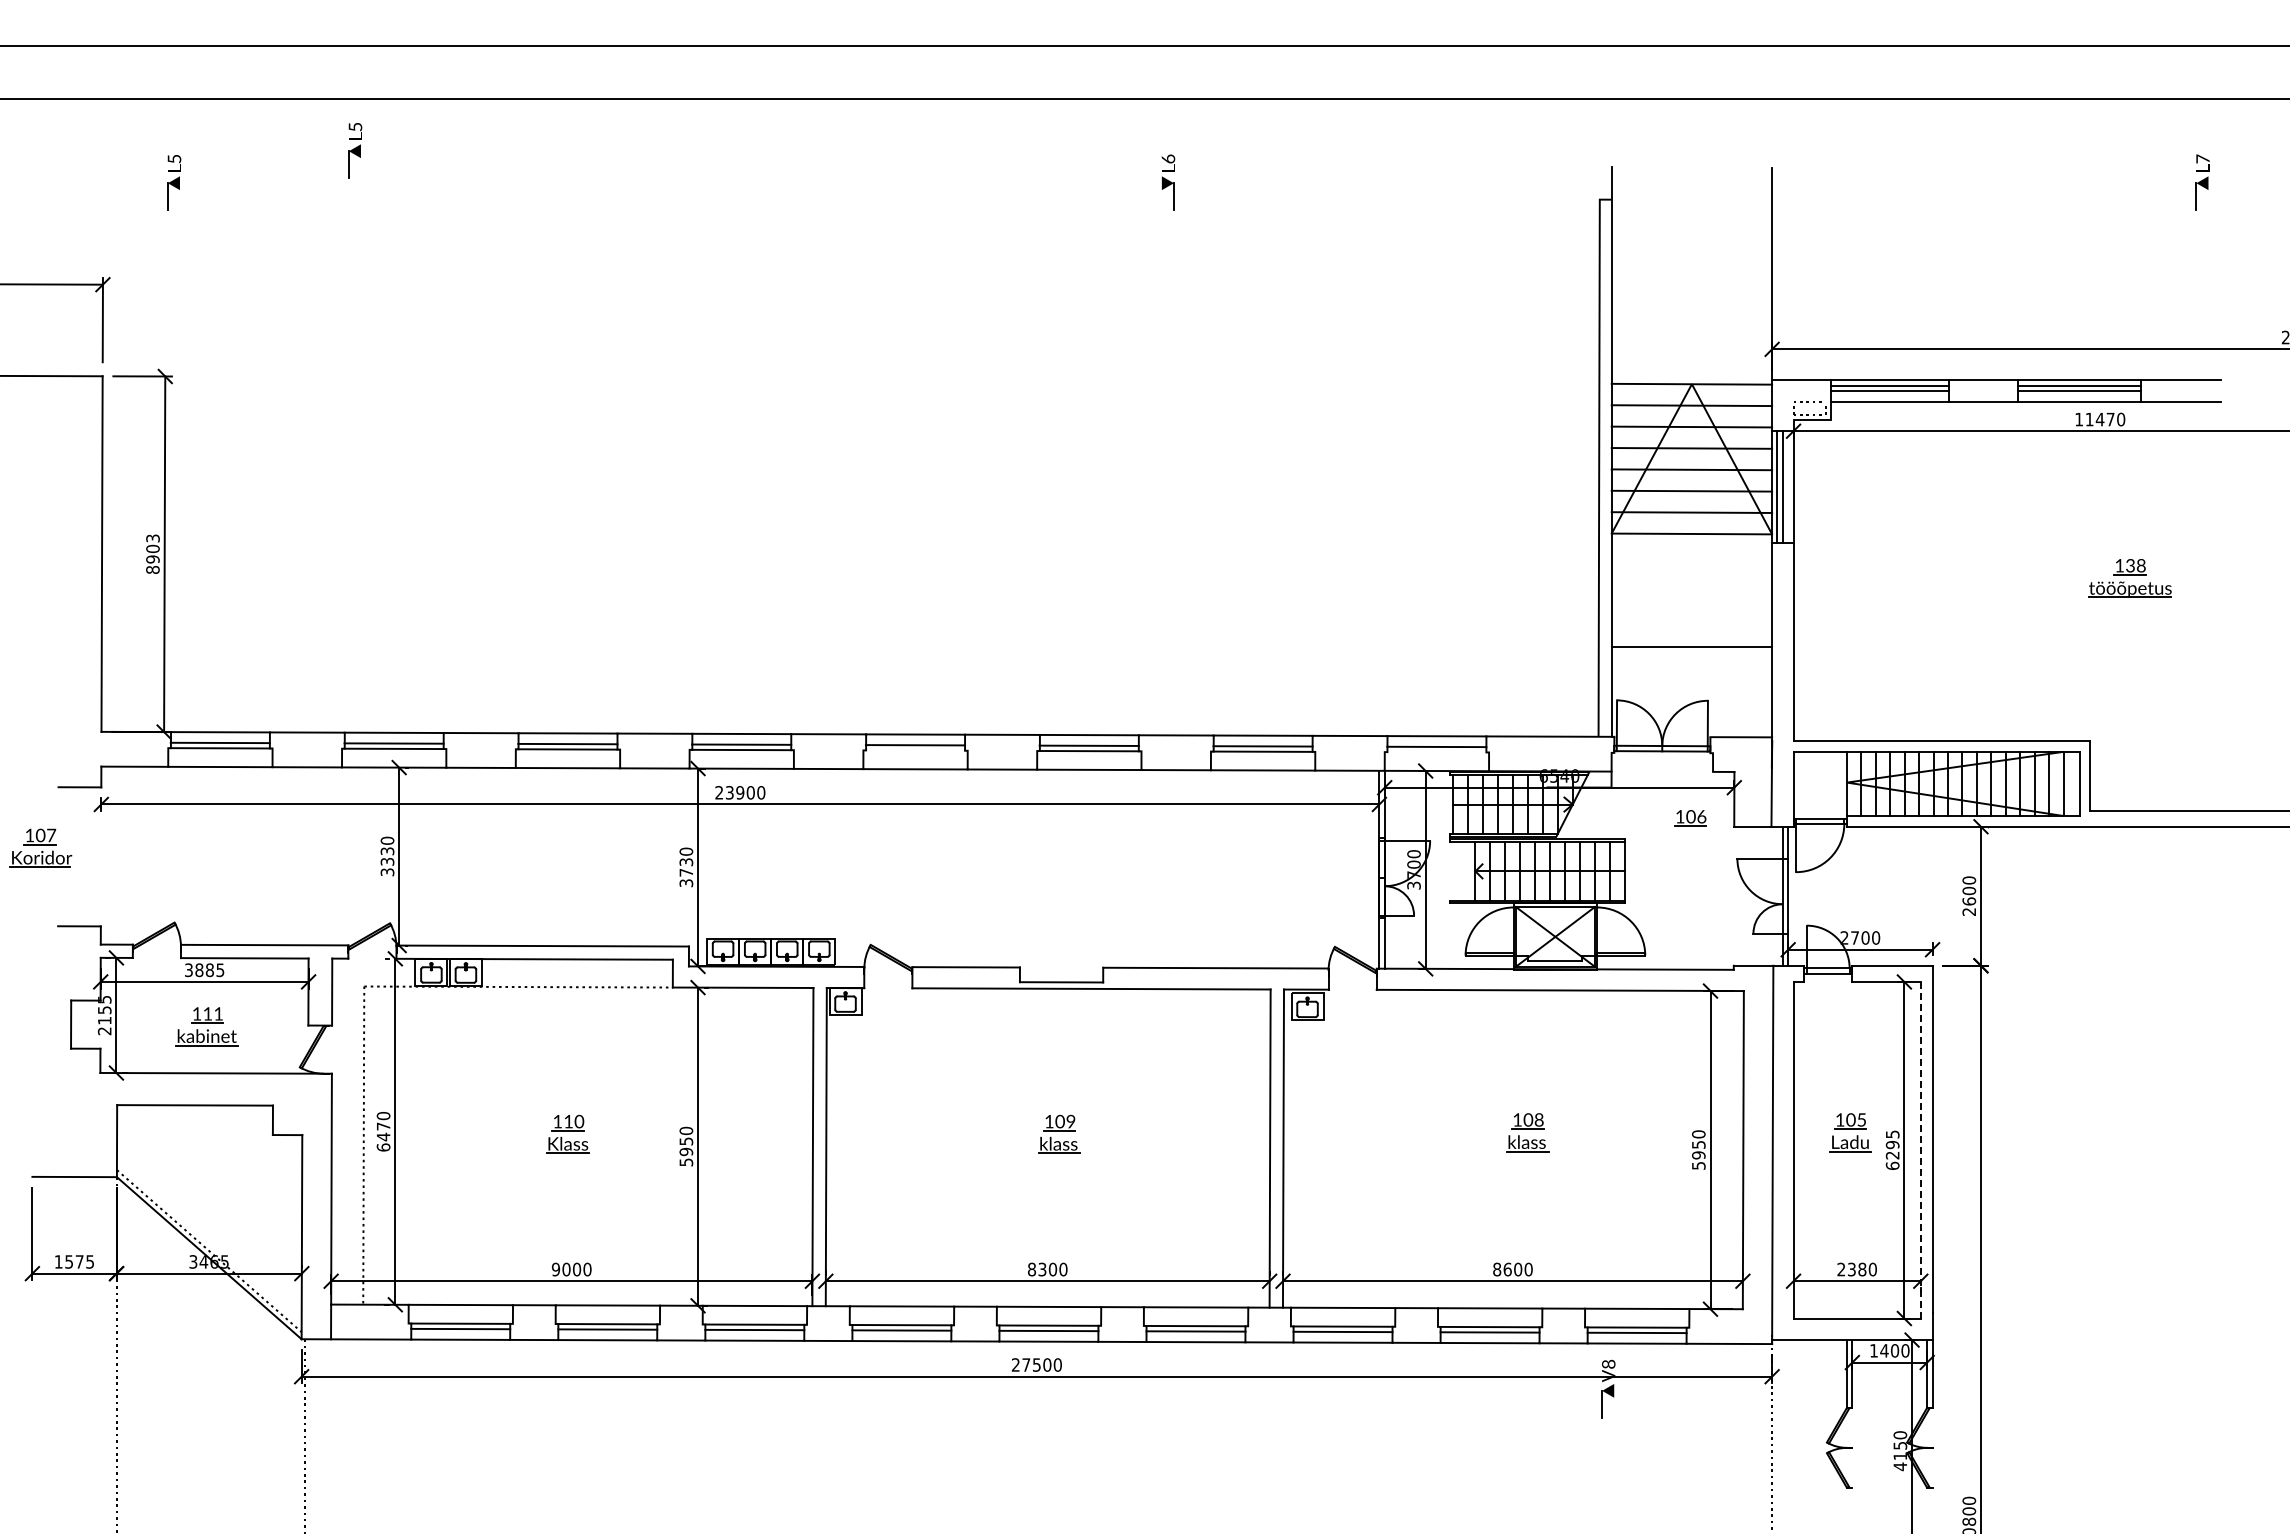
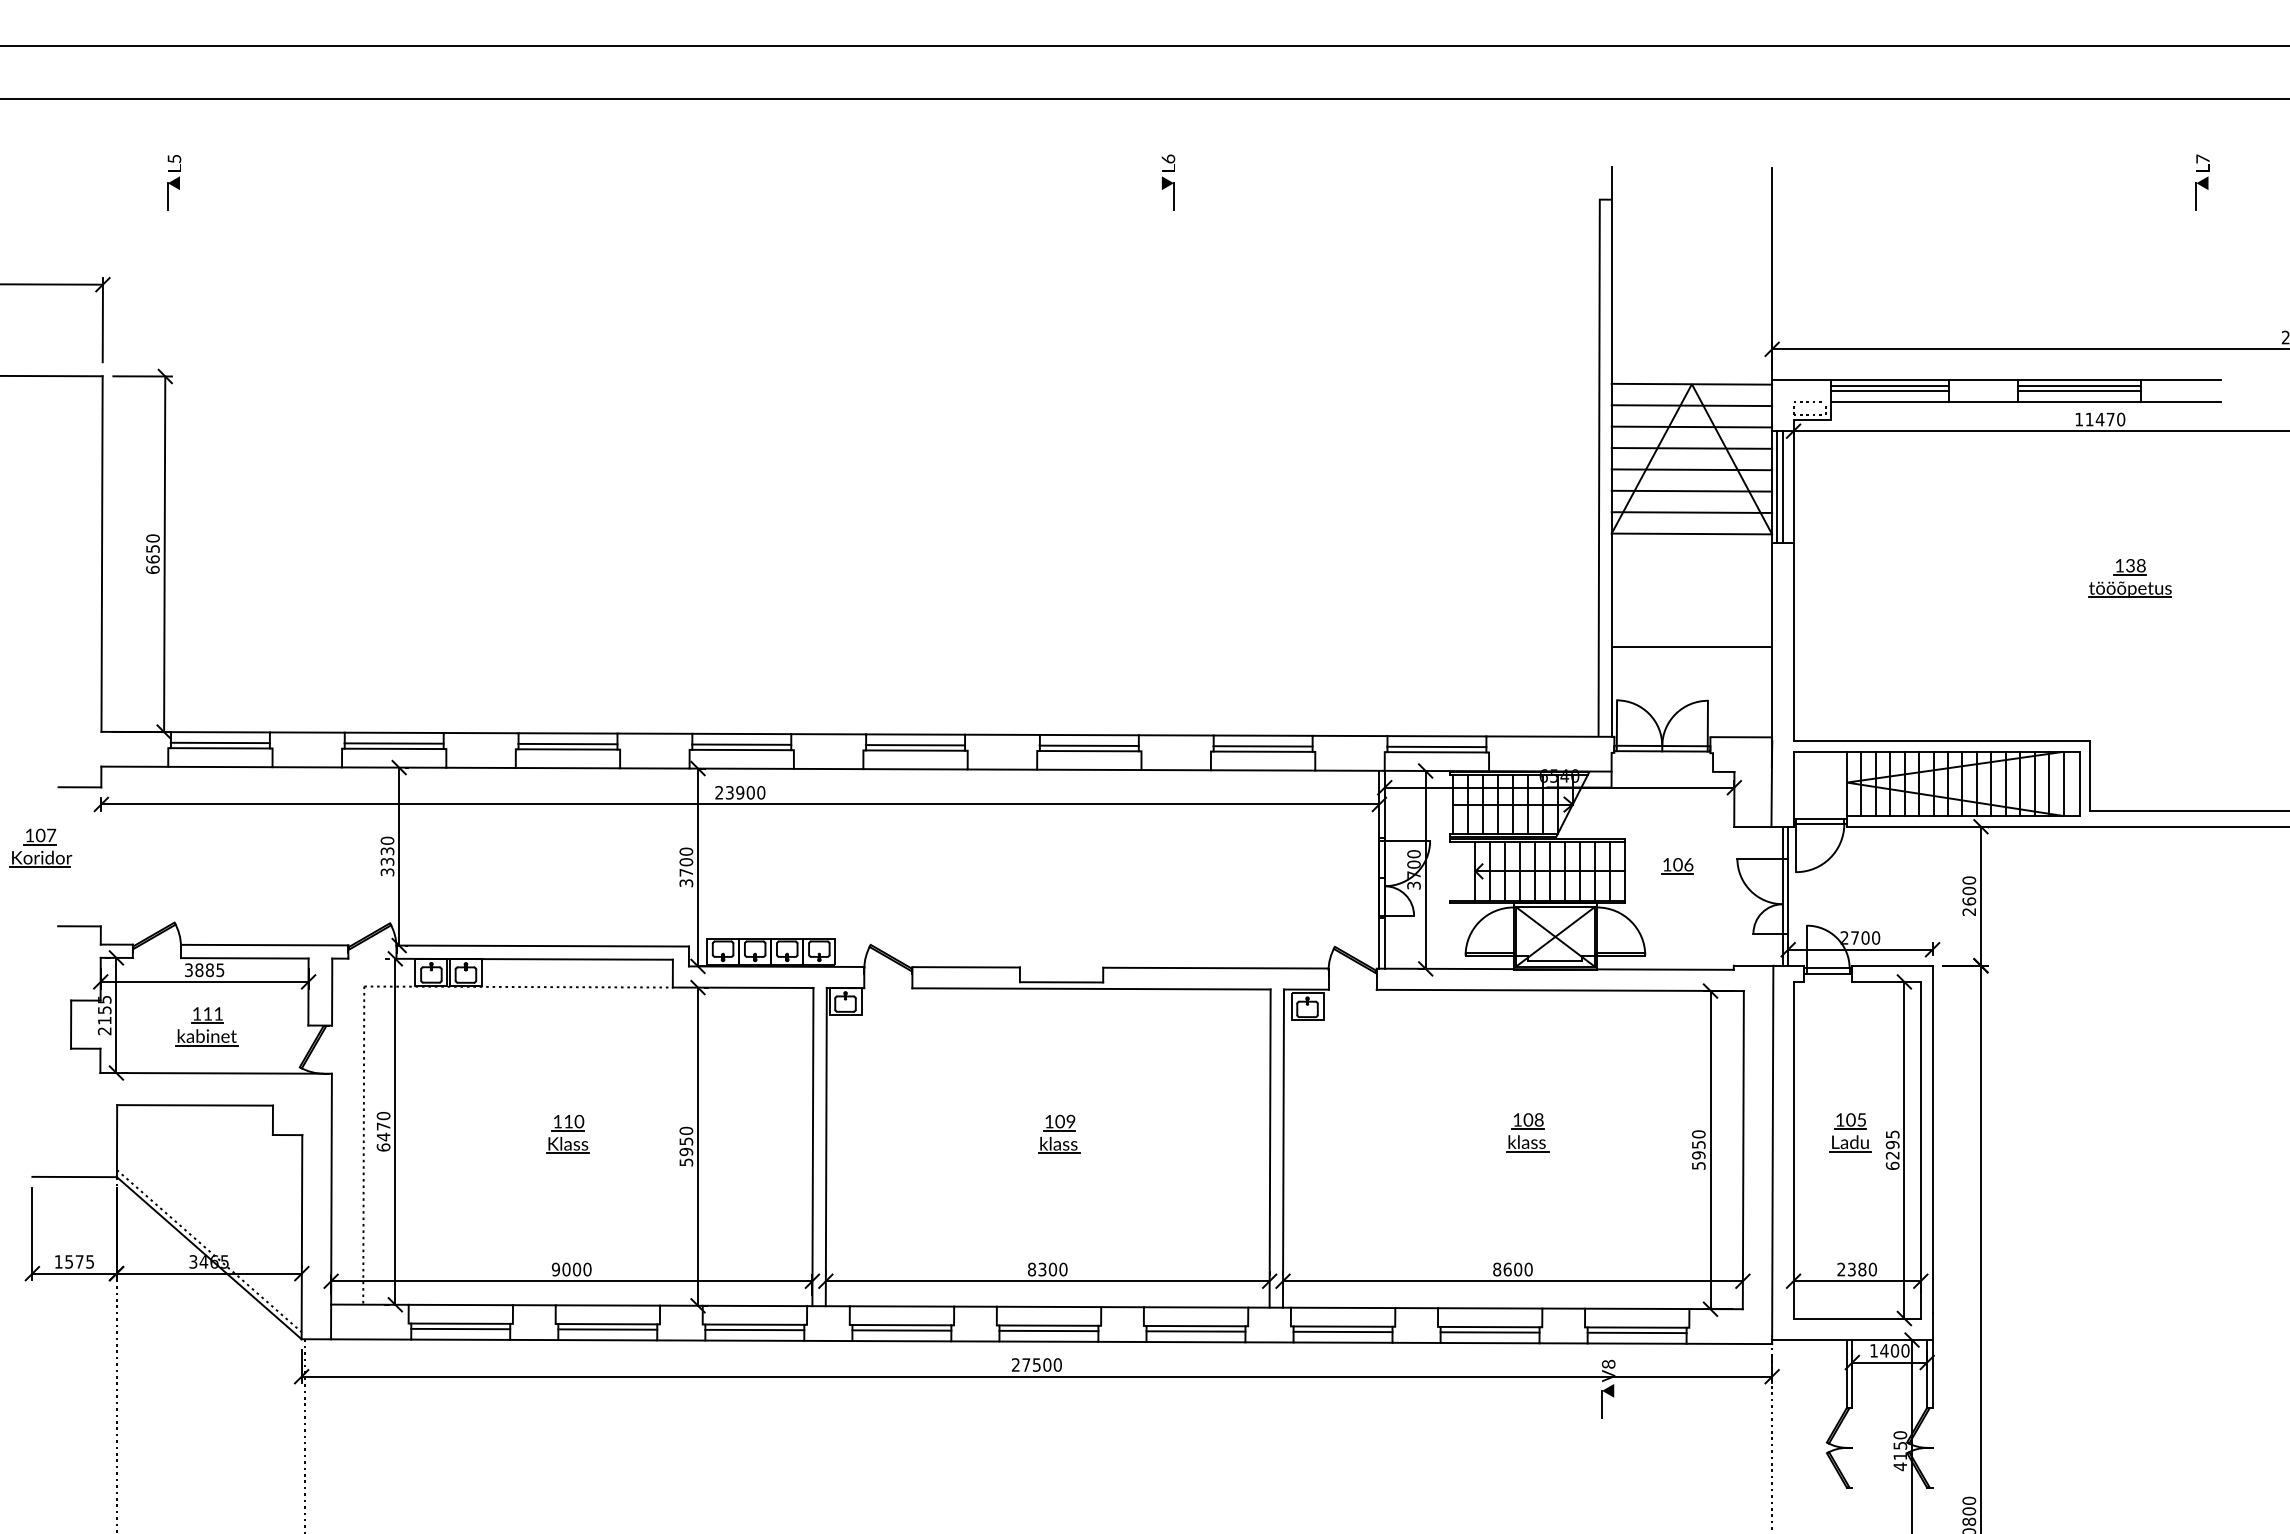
part at (355, 150): present -> none
text at (152, 553): 8903 -> 6650
line at (915, 750): none -> present
line at (1436, 752): none -> present
part at (1690, 818) position: (1690, 818) -> (1677, 866)
text at (686, 862): 3730 -> 3700
line at (1920, 1149): dashed -> solid
